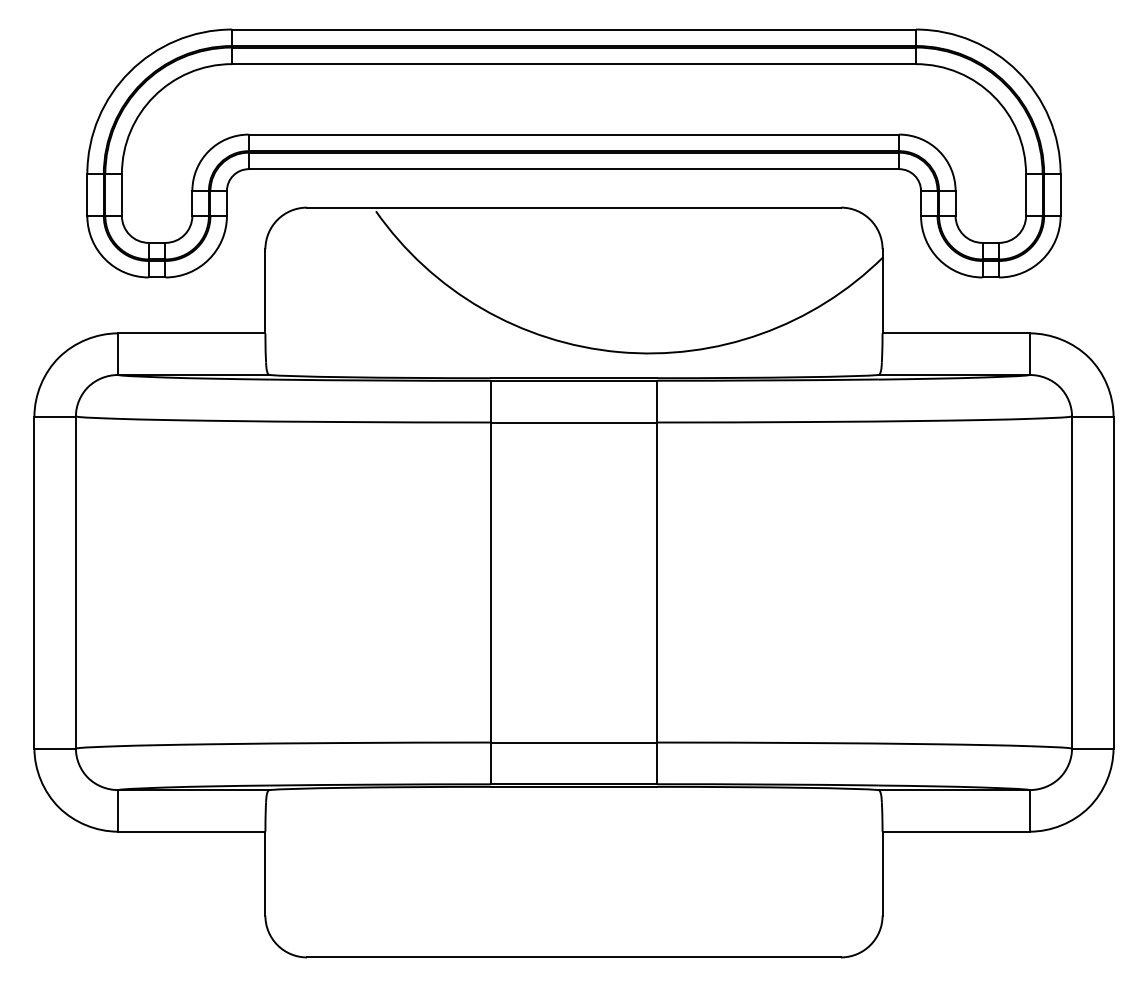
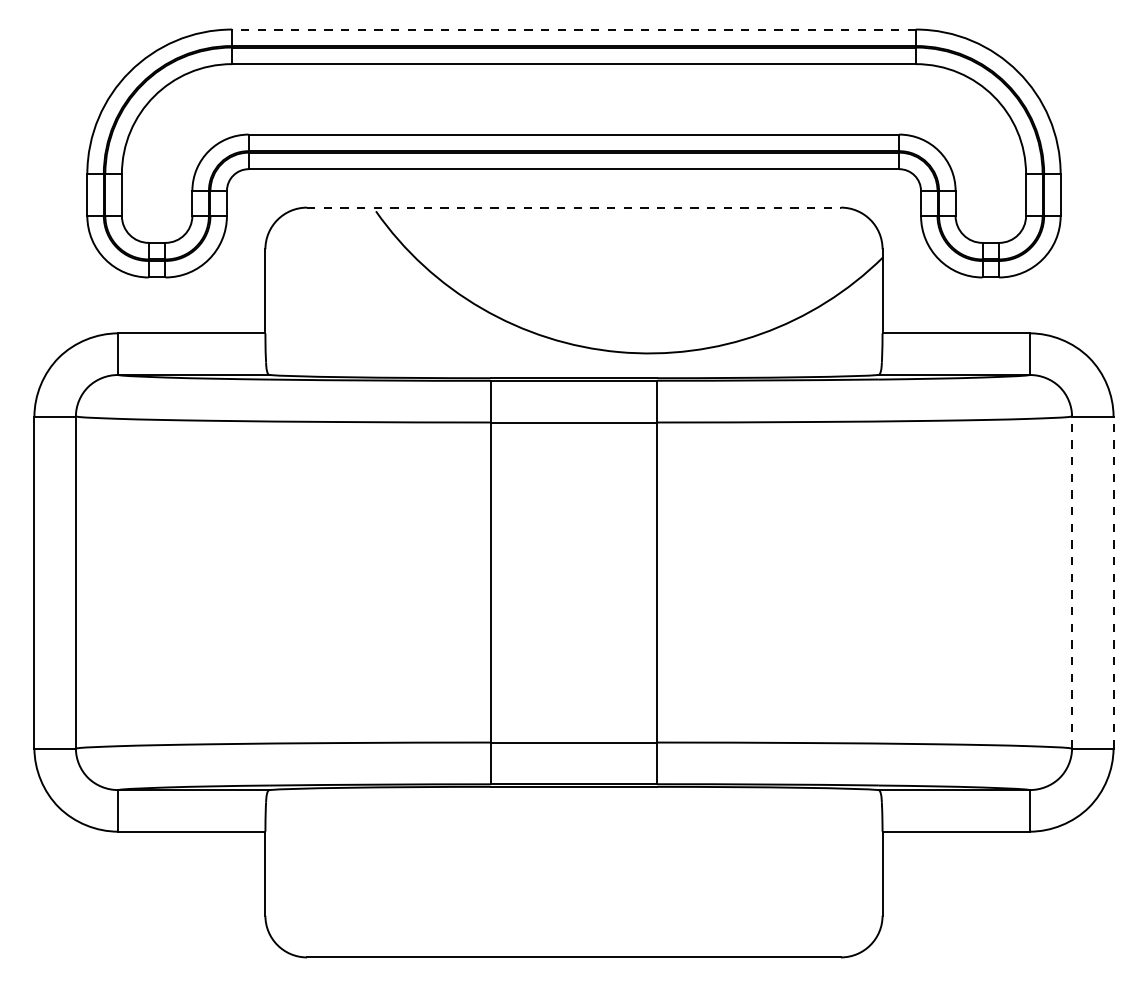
line at (574, 29): solid -> dashed
line at (573, 207): solid -> dashed
line at (1072, 582): solid -> dashed
line at (1113, 582): solid -> dashed
